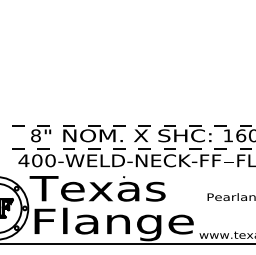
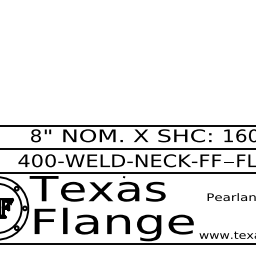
line at (128, 125): dashed -> solid
line at (128, 149): dashed -> solid
line at (127, 172): none -> present
